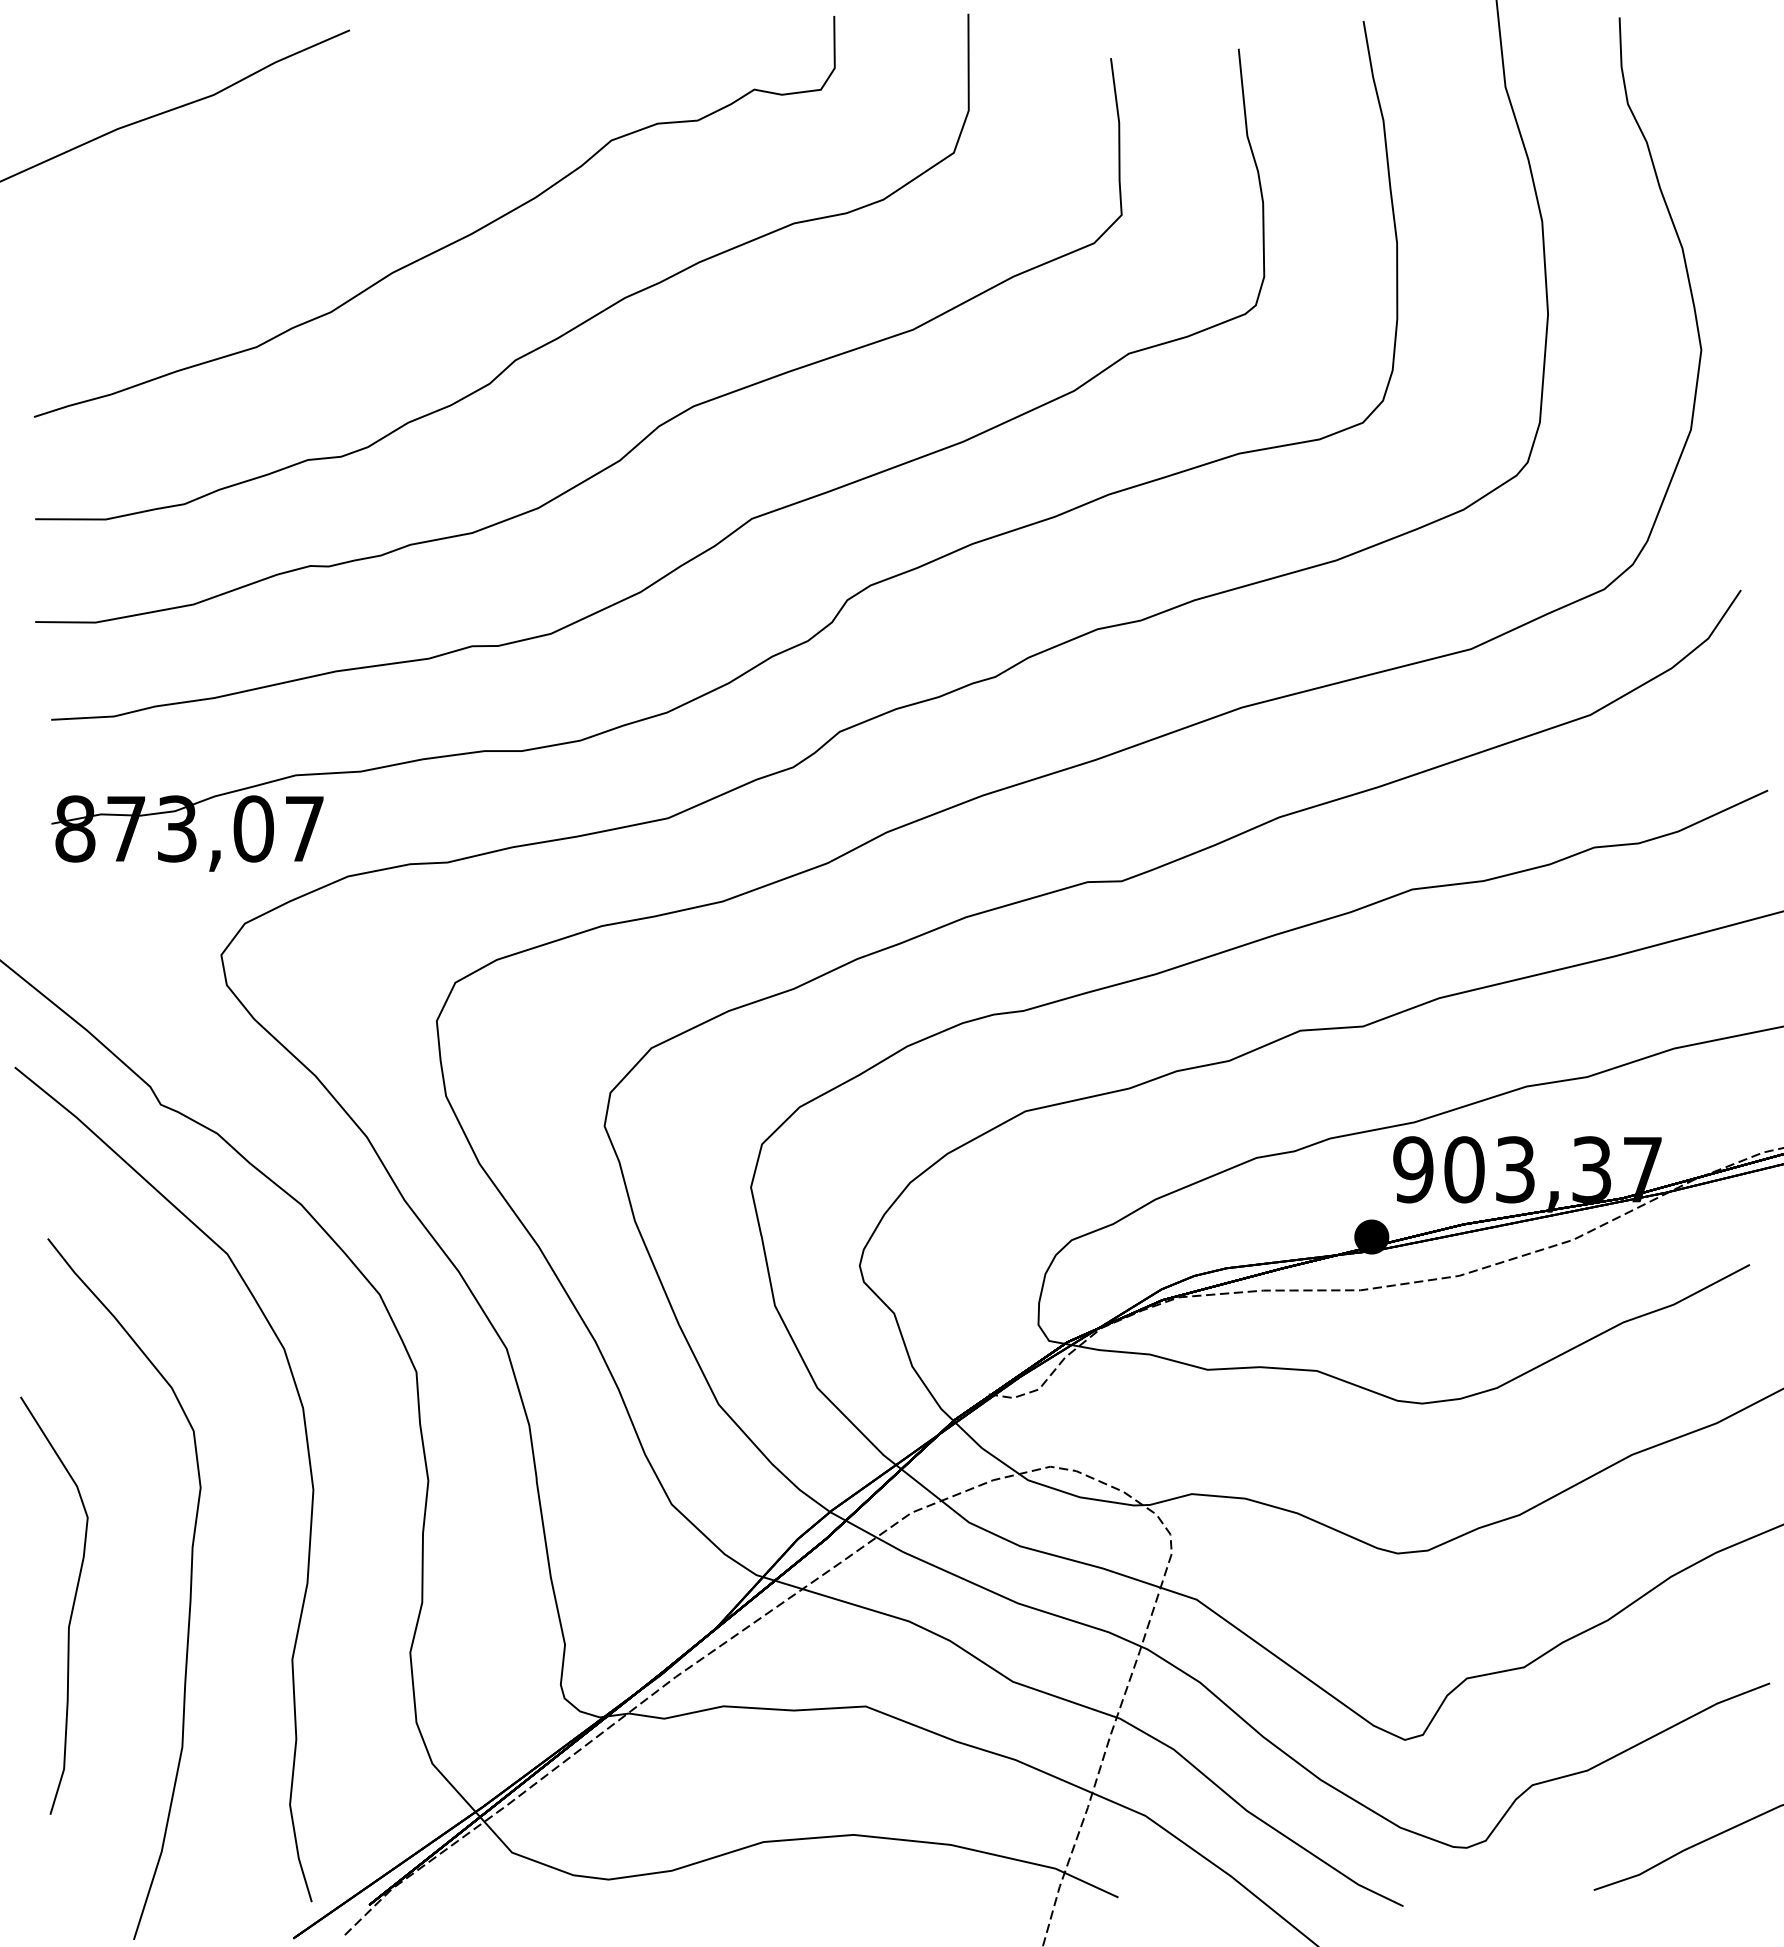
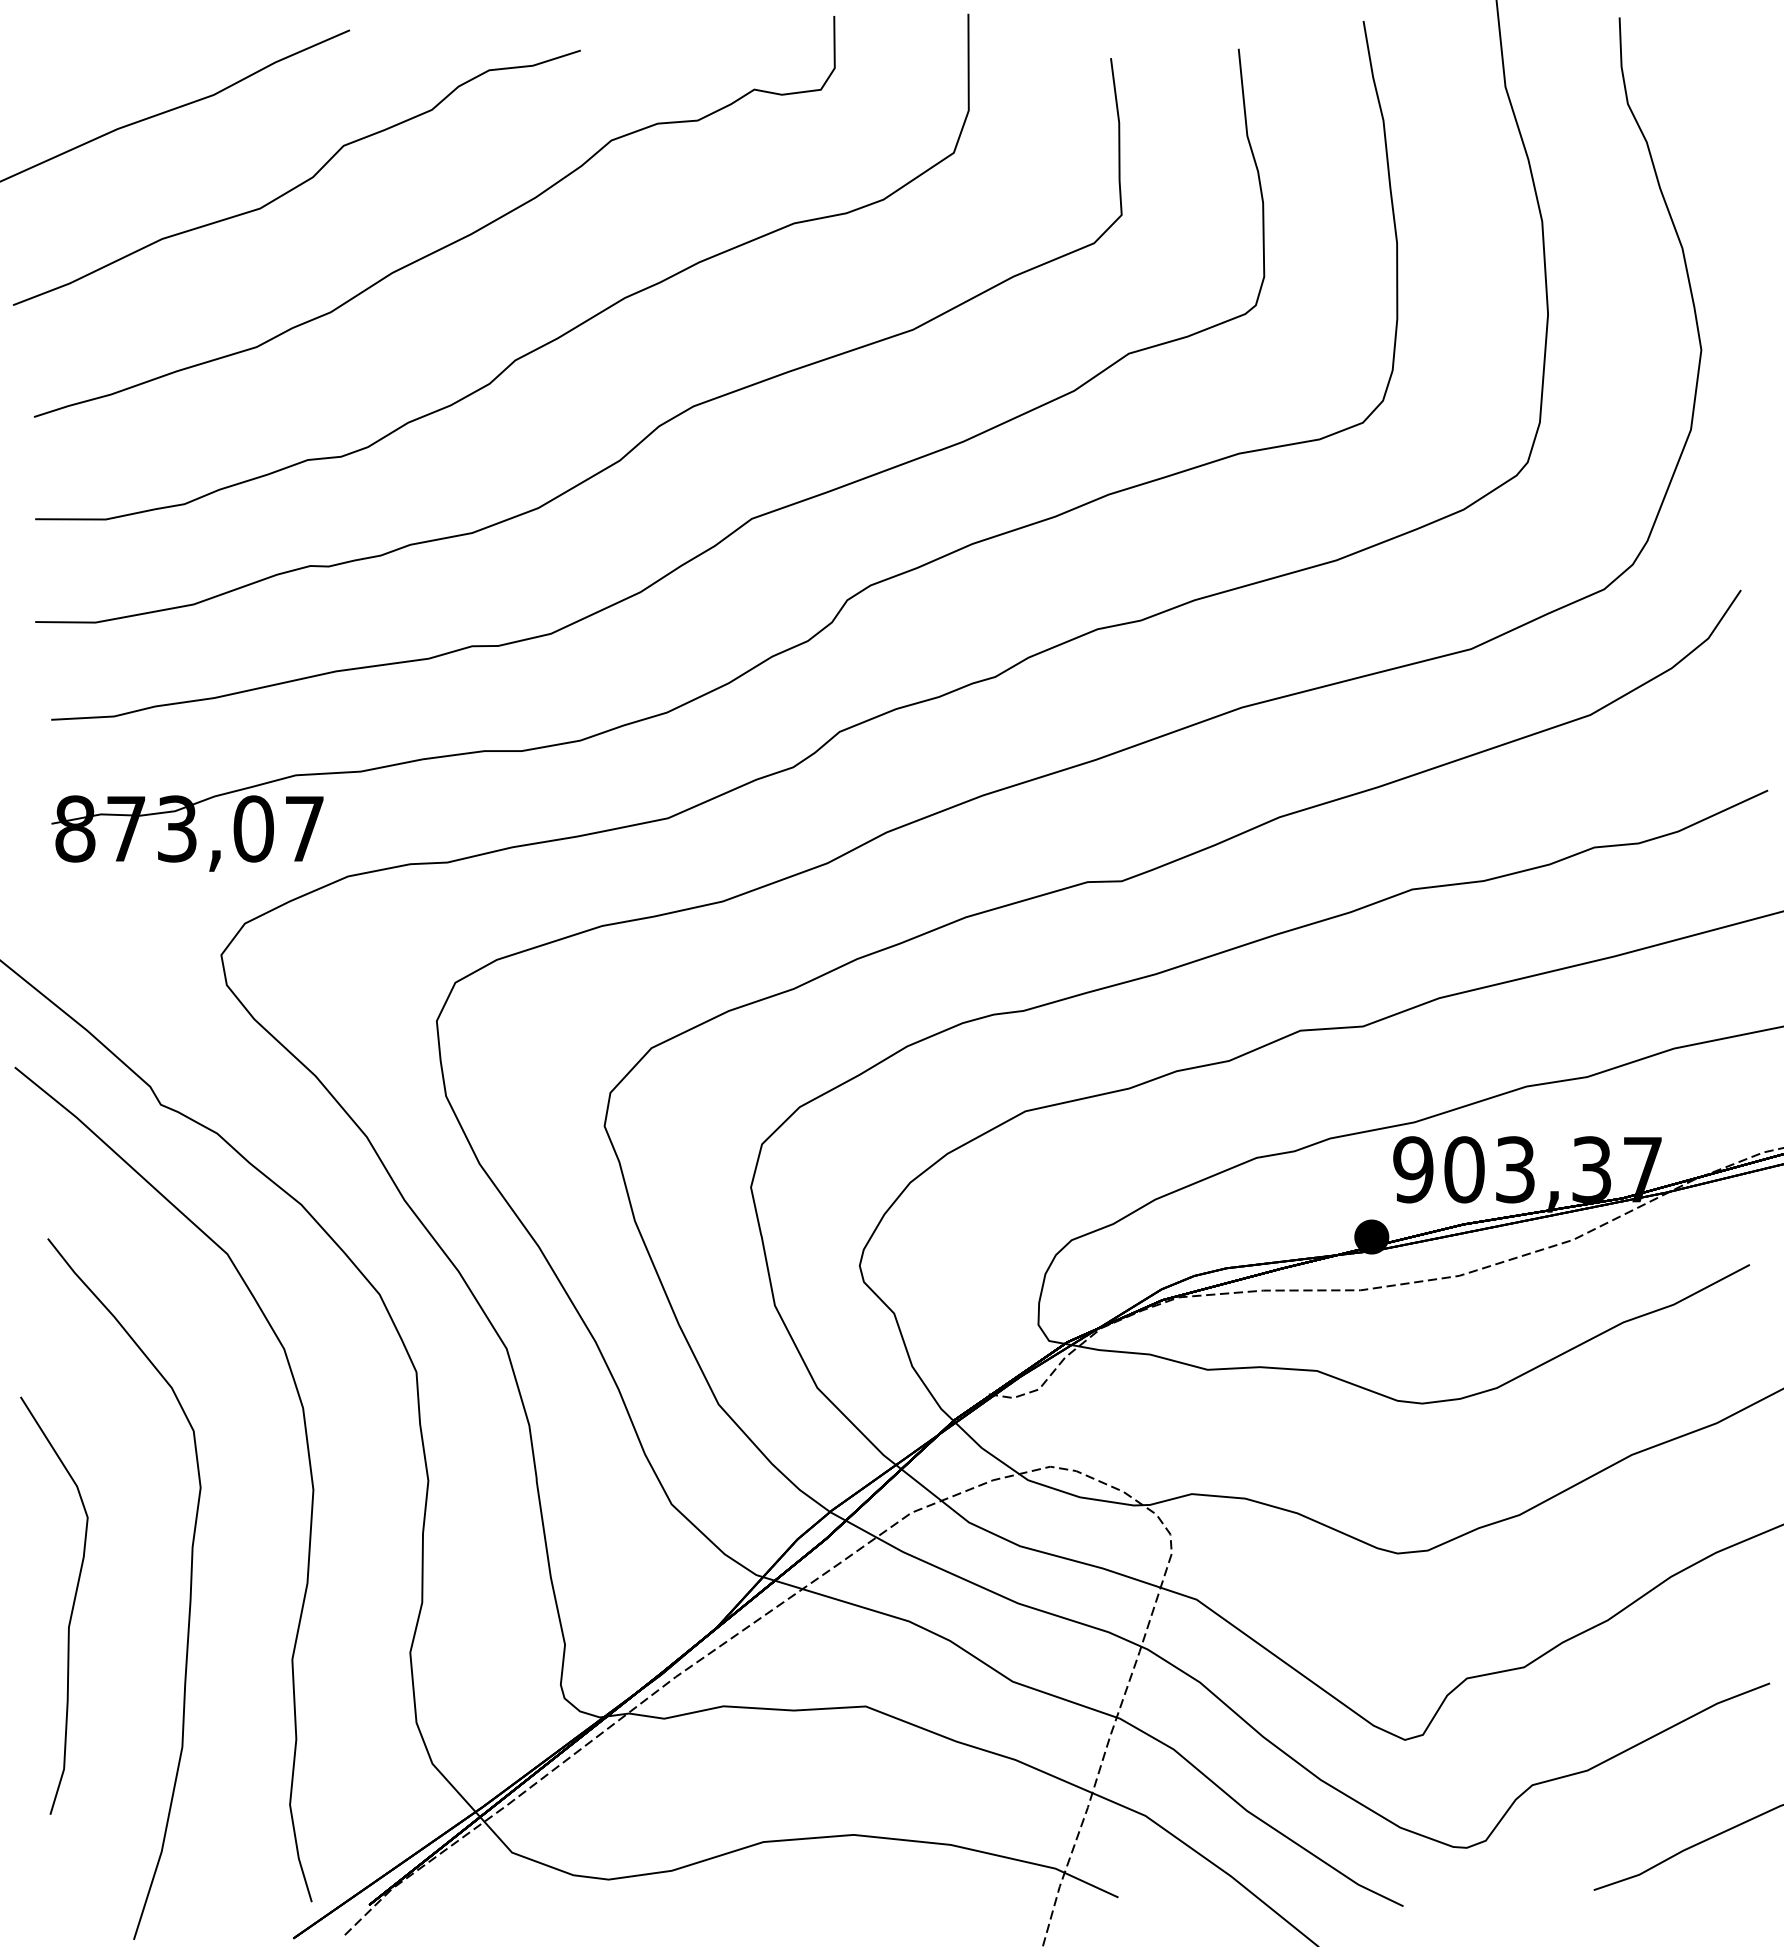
part at (300, 183): none -> present
